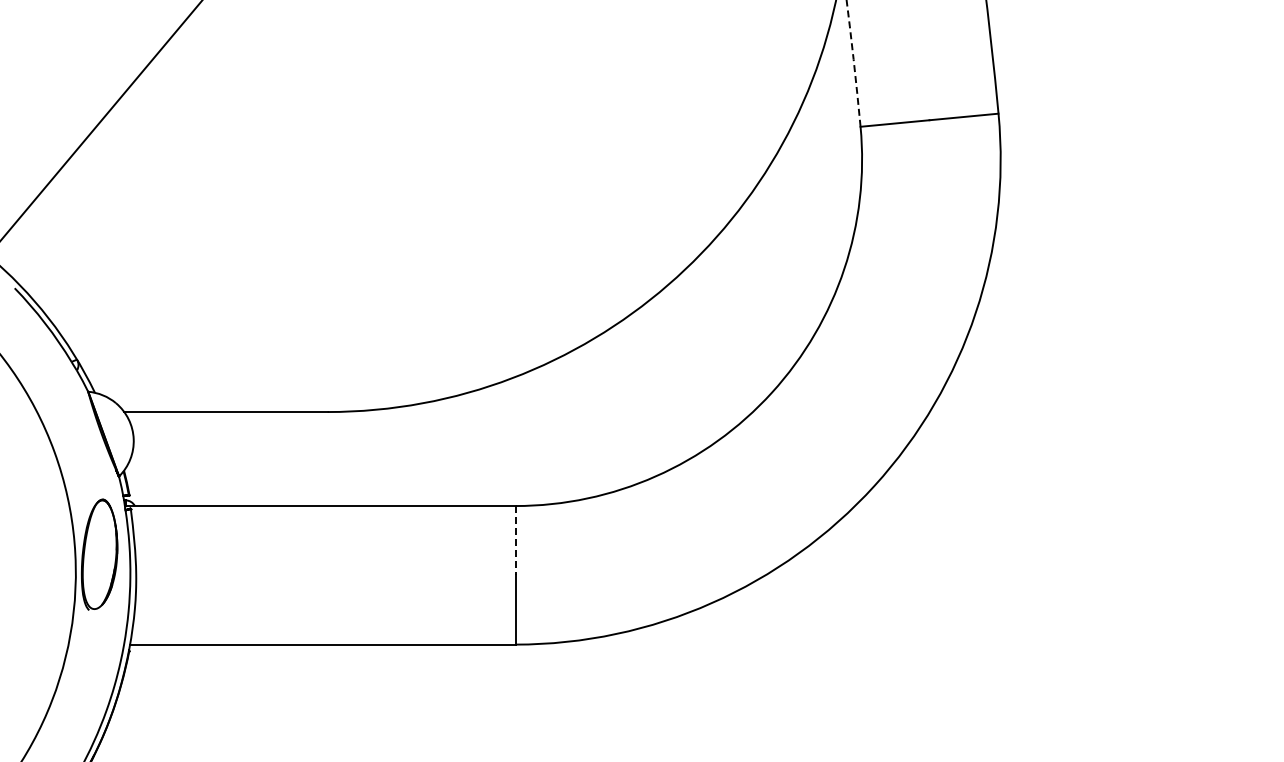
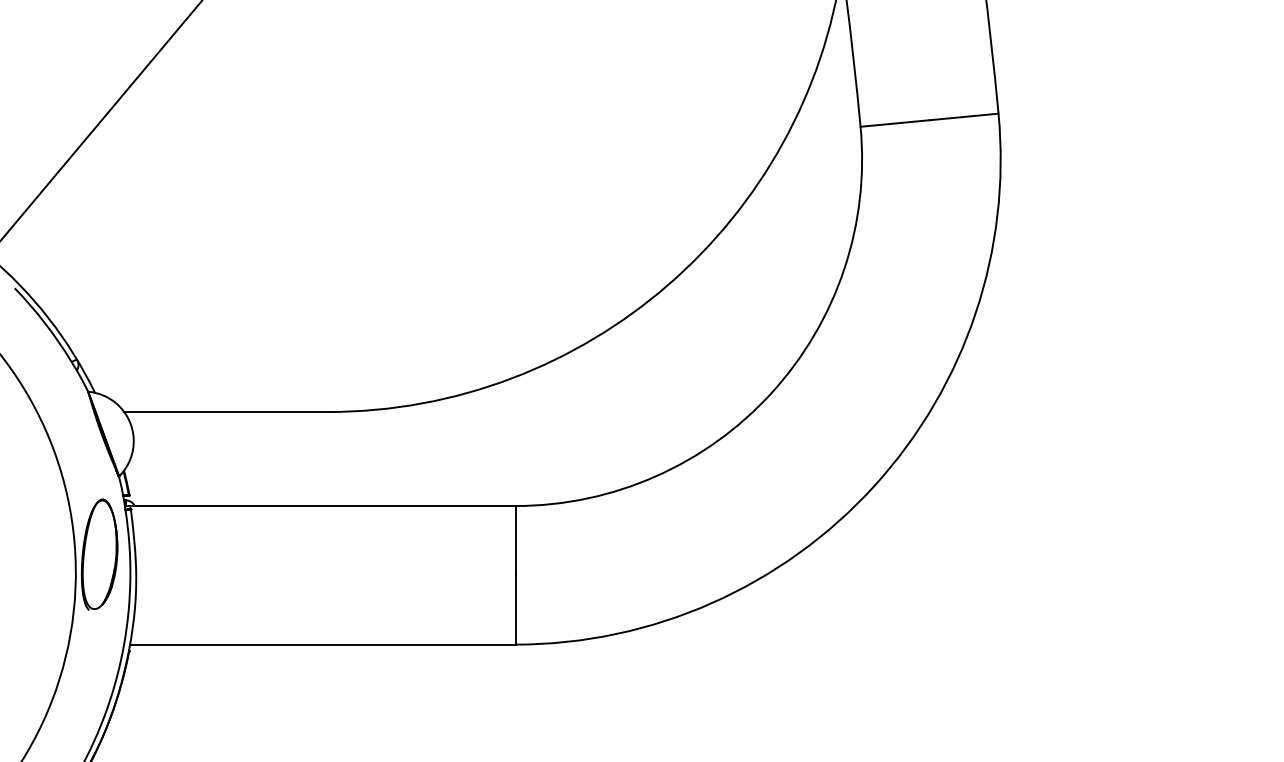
arc at (853, 62): dashed -> solid
line at (515, 540): dashed -> solid
